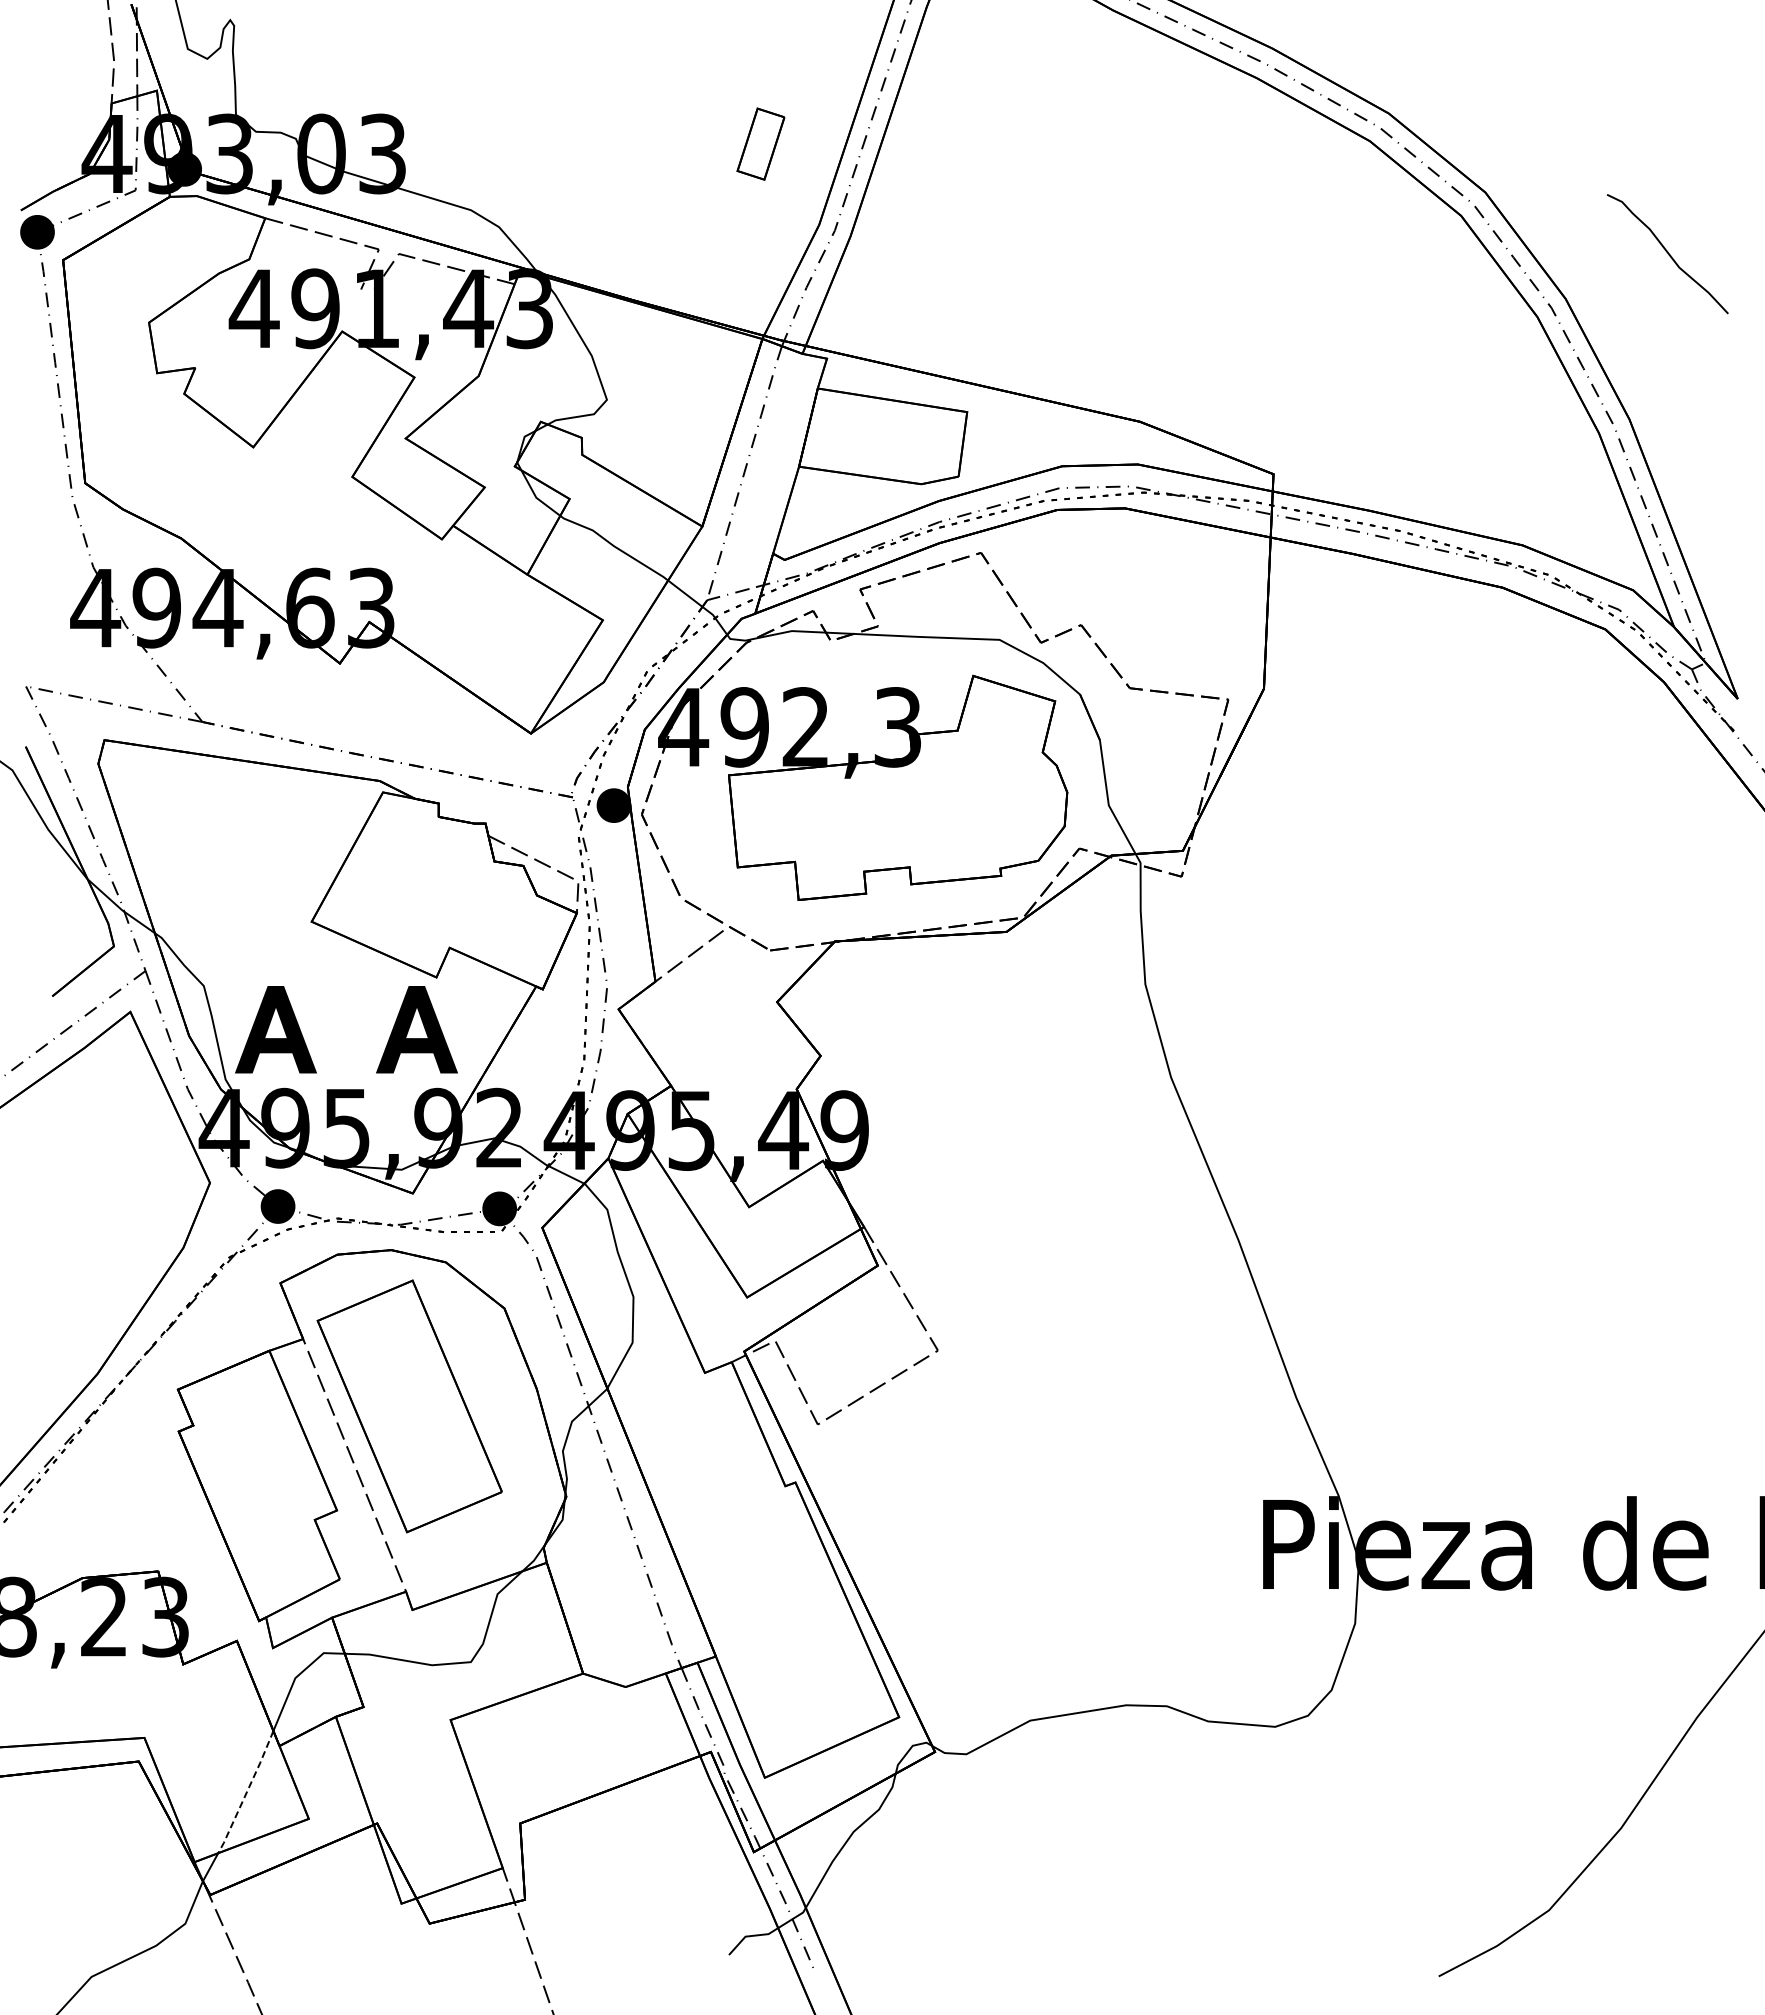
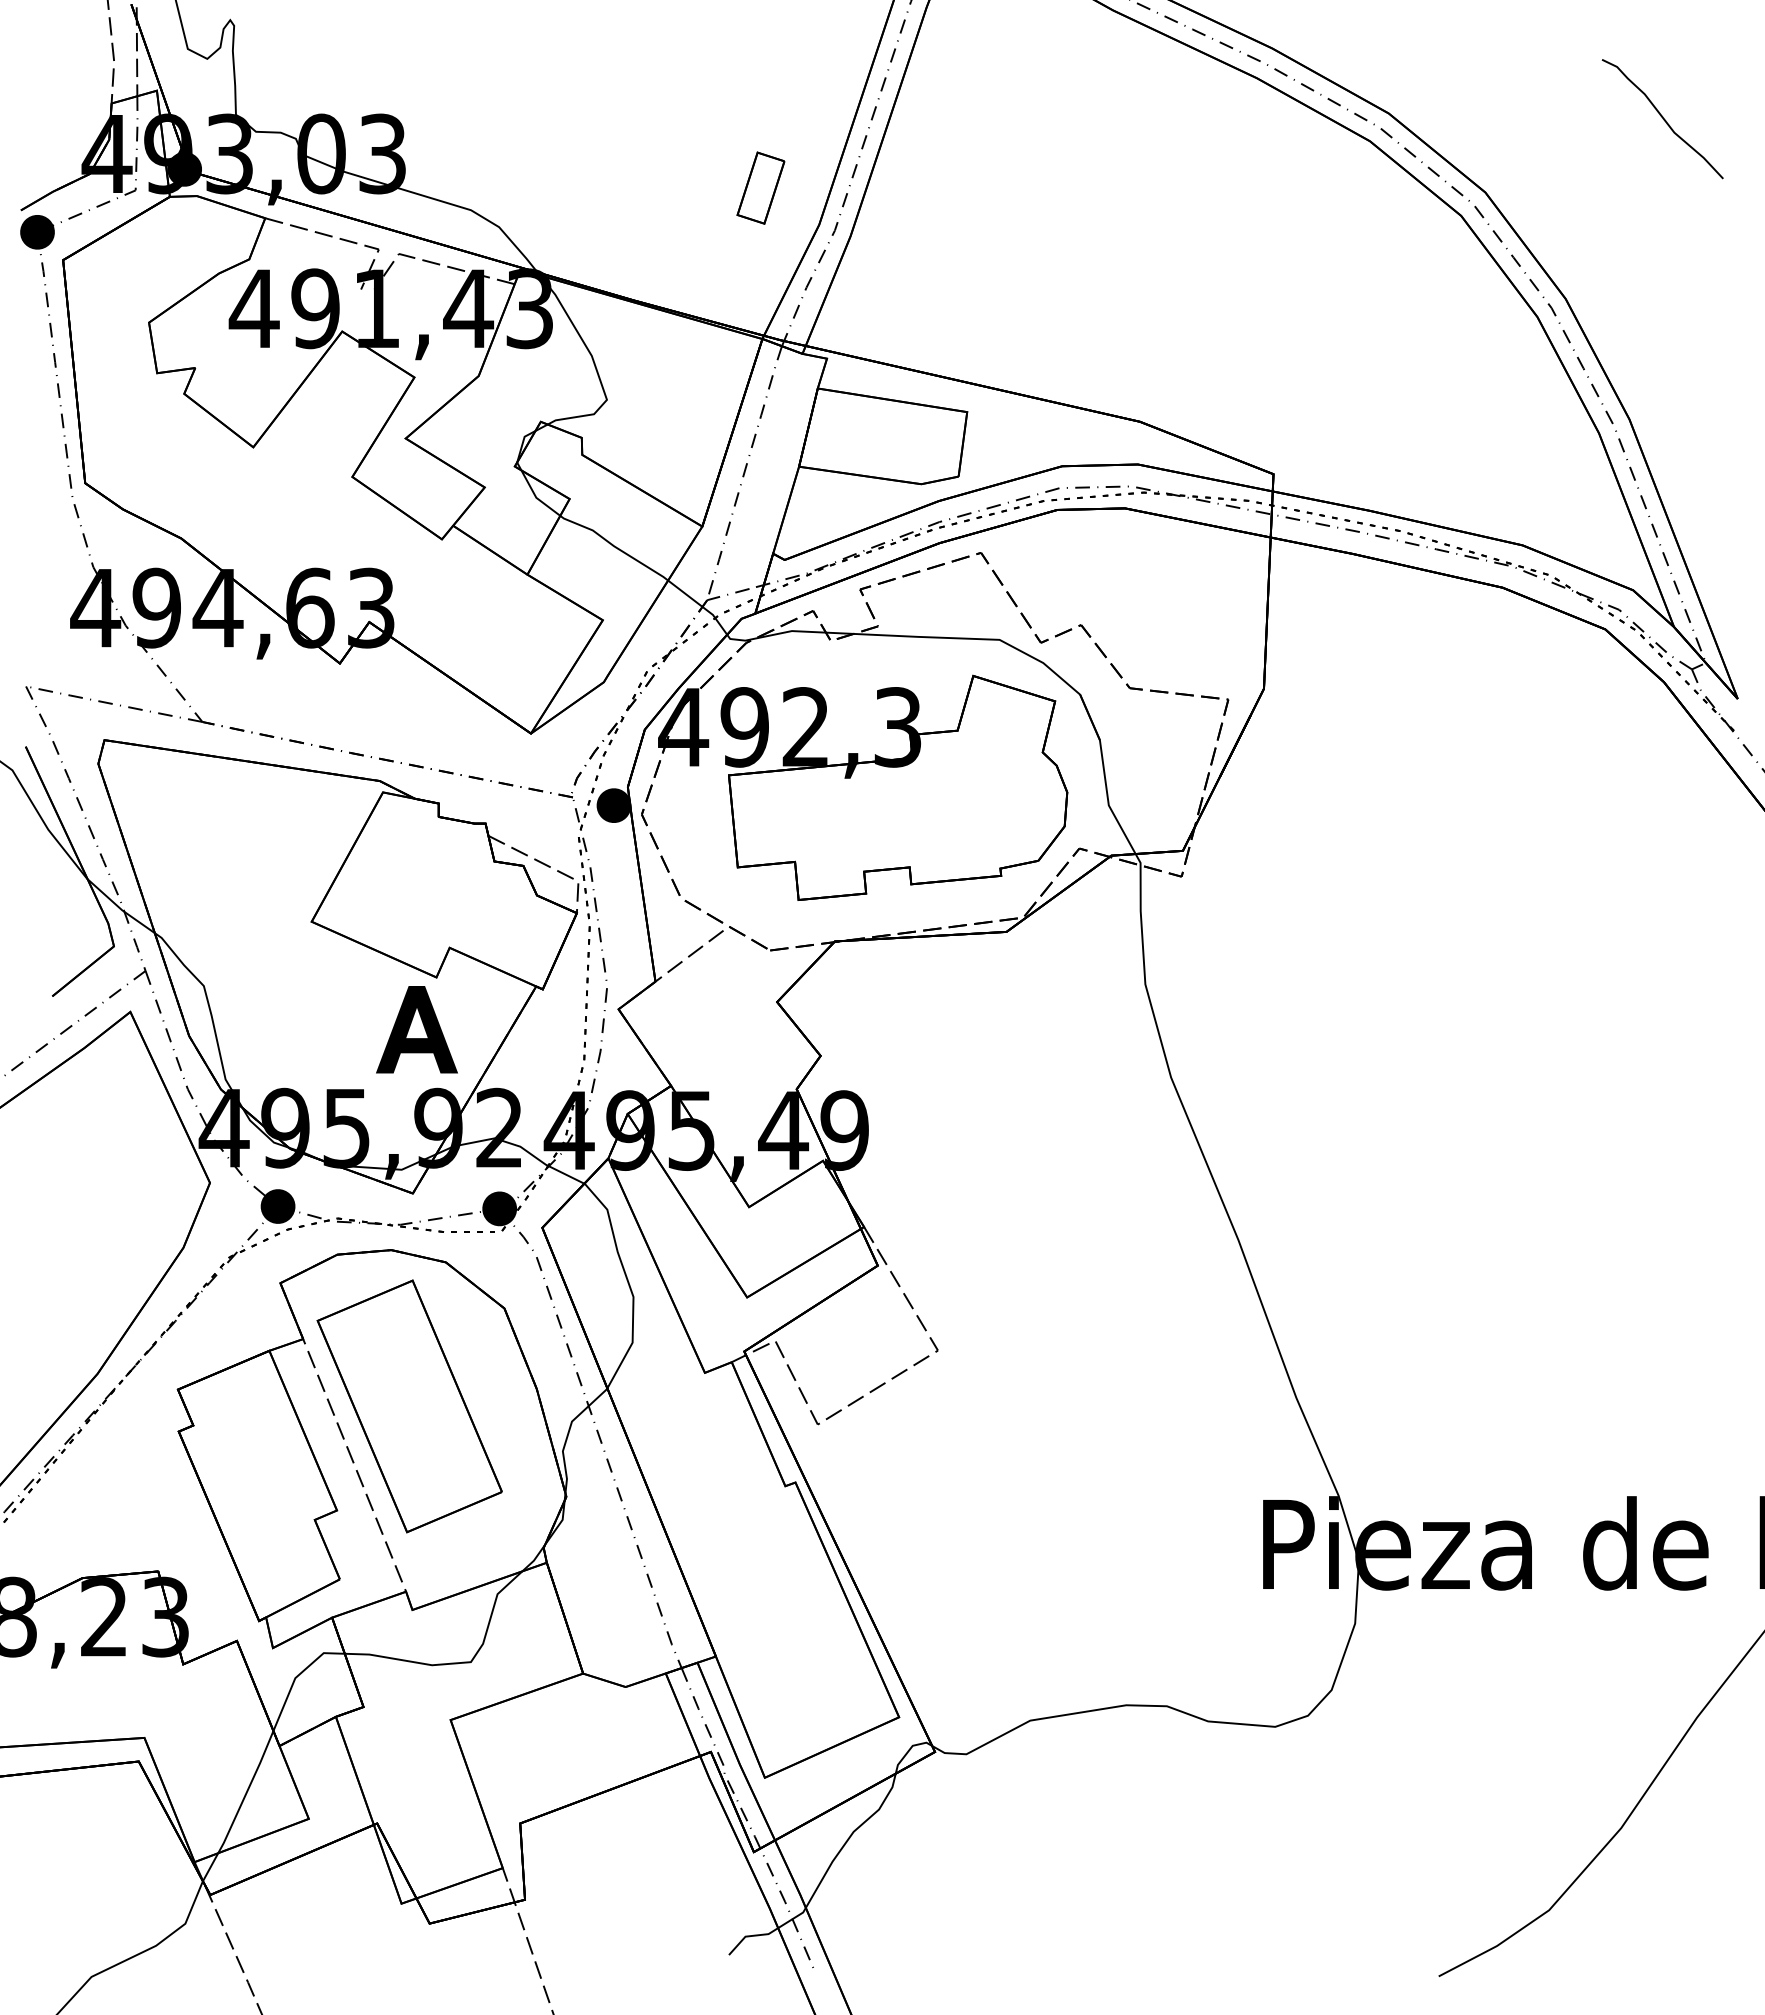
part at (760, 143) position: (760, 143) -> (760, 187)
curve at (1667, 253) position: (1667, 253) -> (1662, 118)
part at (275, 1029): present -> none
line at (246, 1792): dashed -> solid
